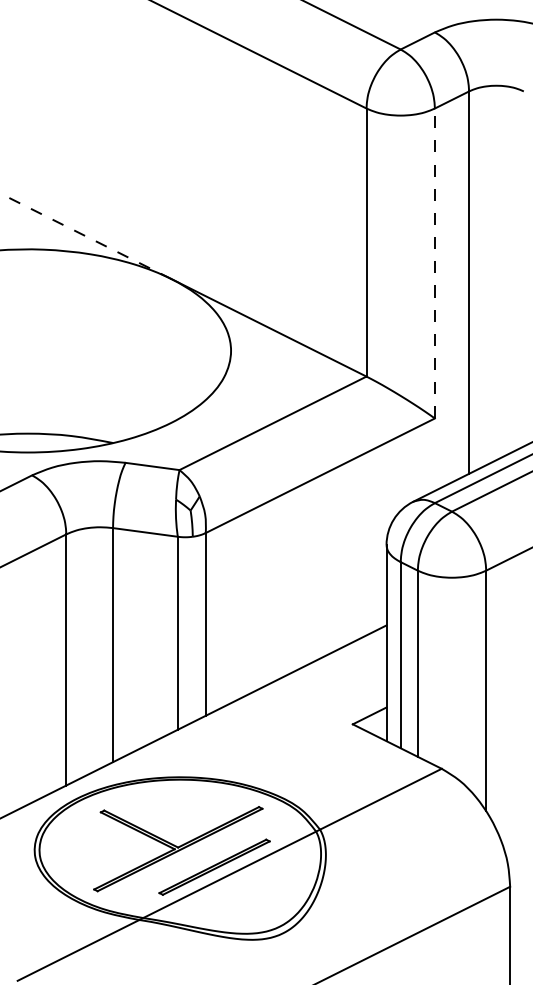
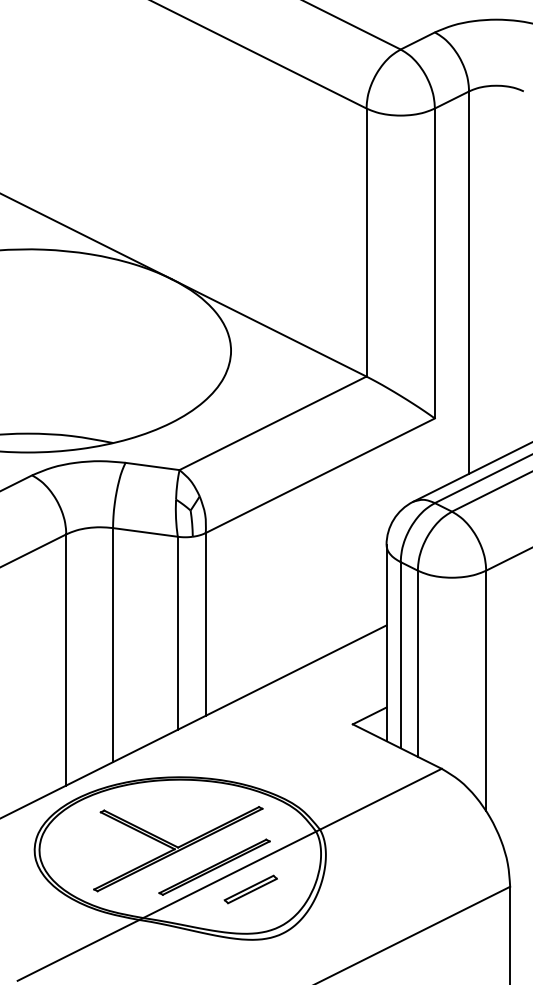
line at (85, 236): dashed -> solid
line at (434, 263): dashed -> solid
part at (250, 889): none -> present
